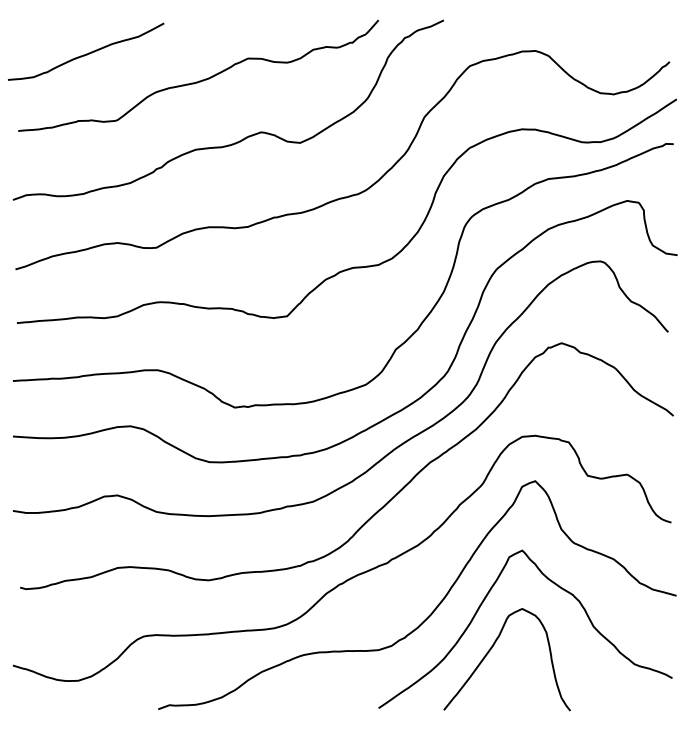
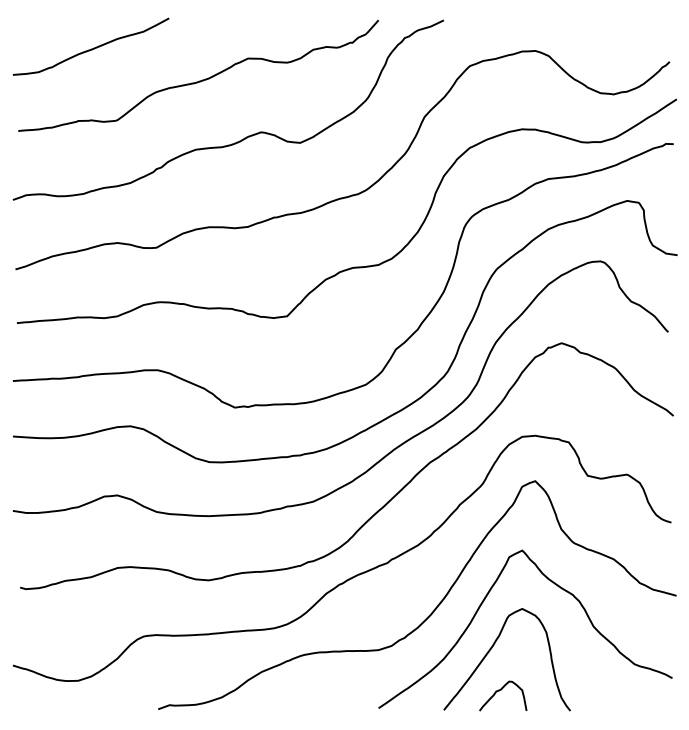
curve at (86, 53) position: (86, 53) -> (91, 48)
curve at (501, 690): none -> present
